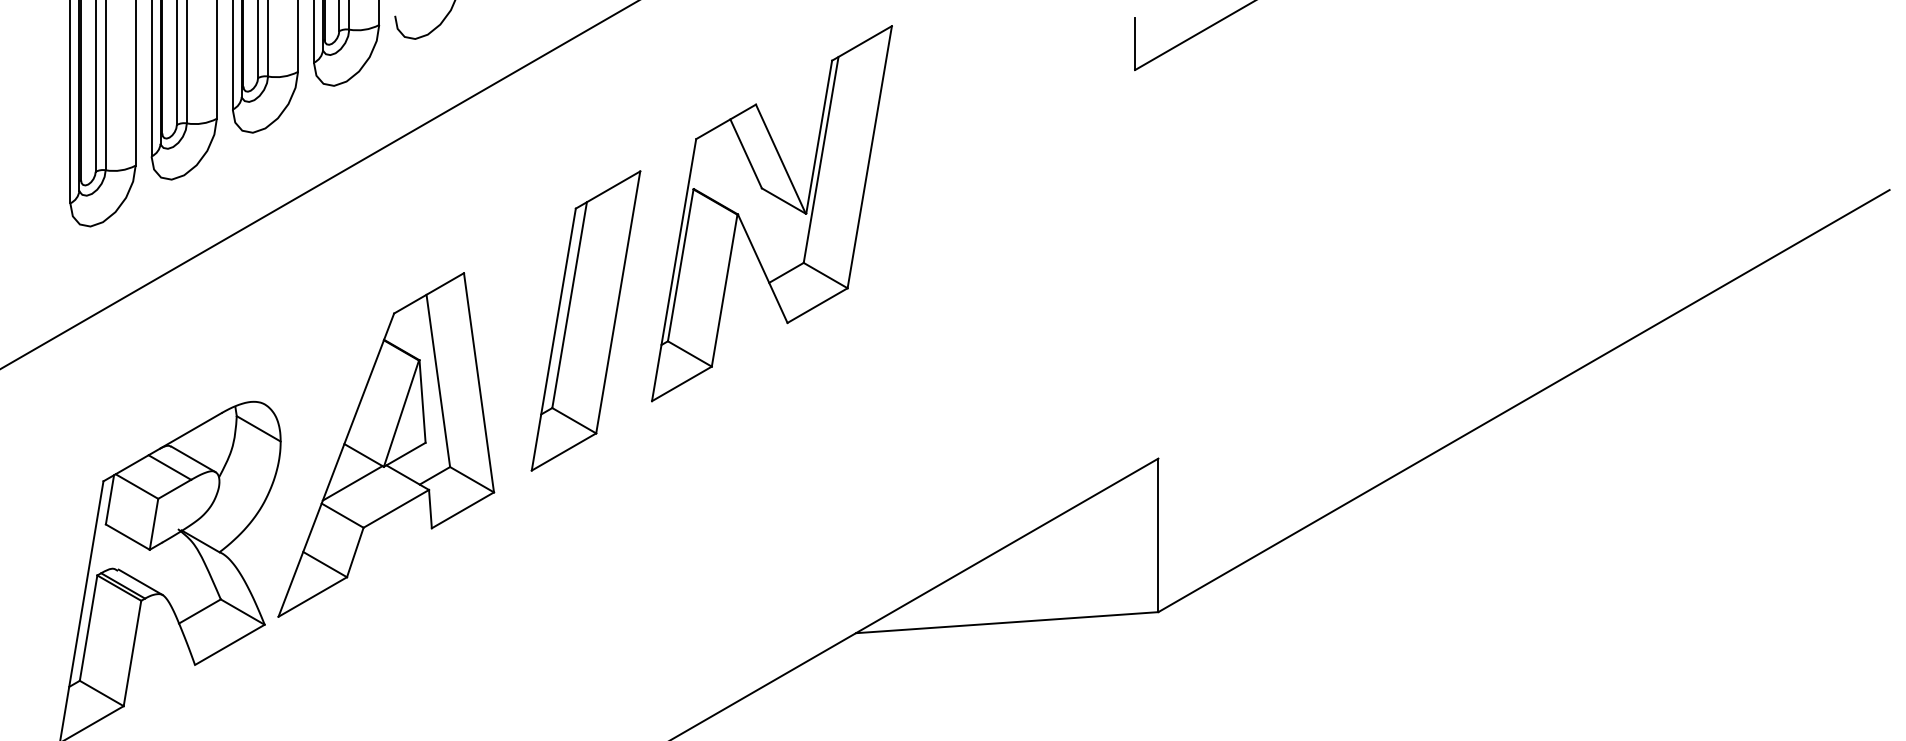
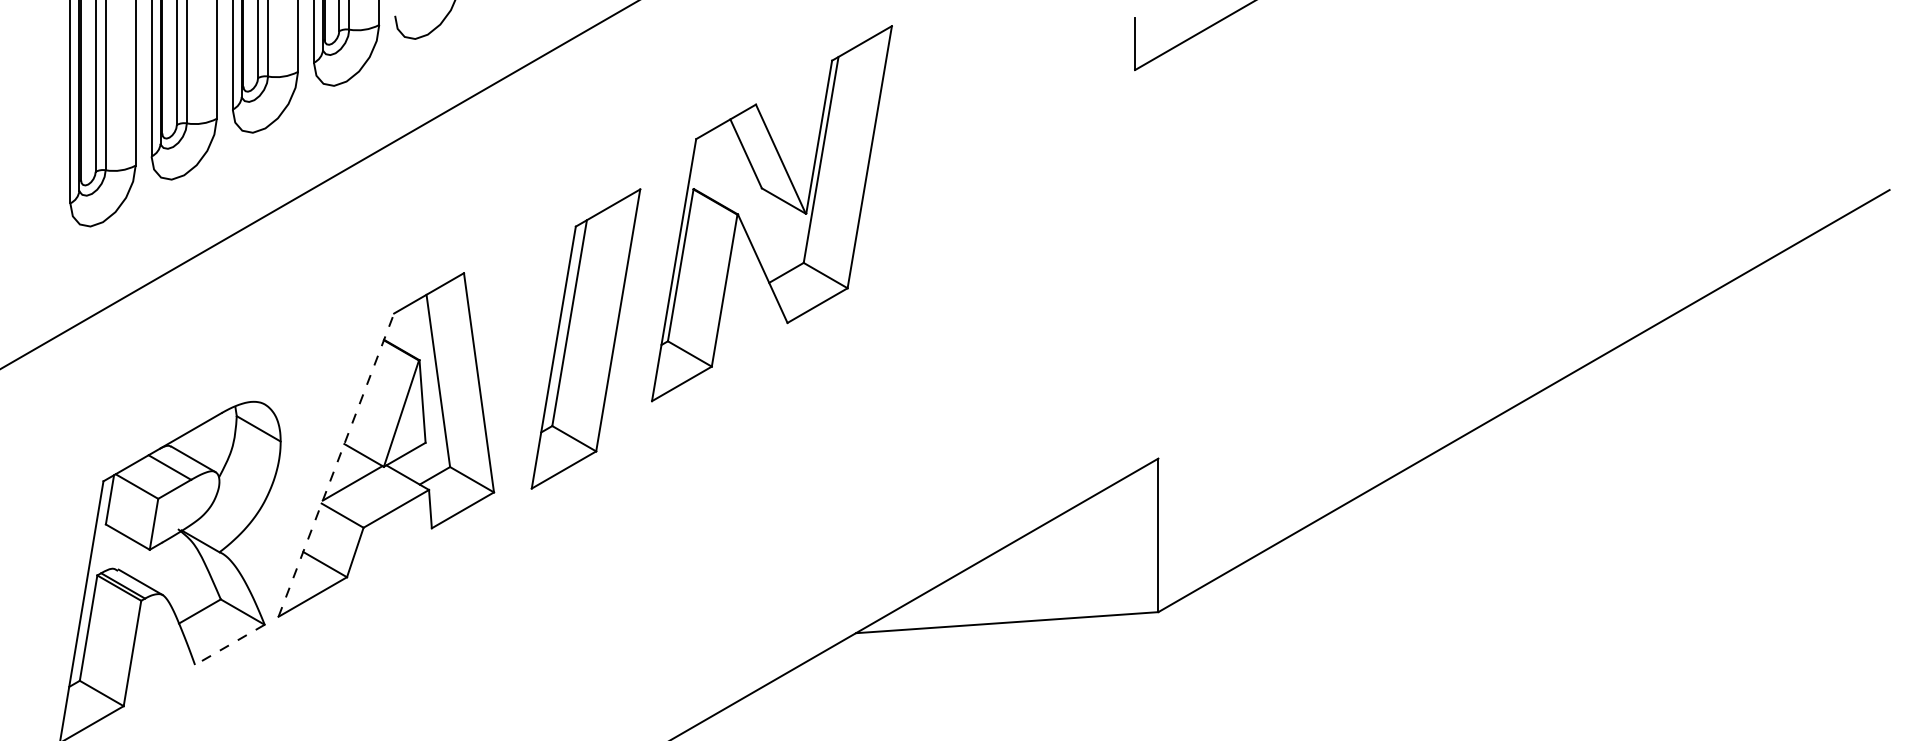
part at (585, 320) position: (585, 320) -> (585, 338)
line at (336, 464): solid -> dashed
line at (229, 645): solid -> dashed
